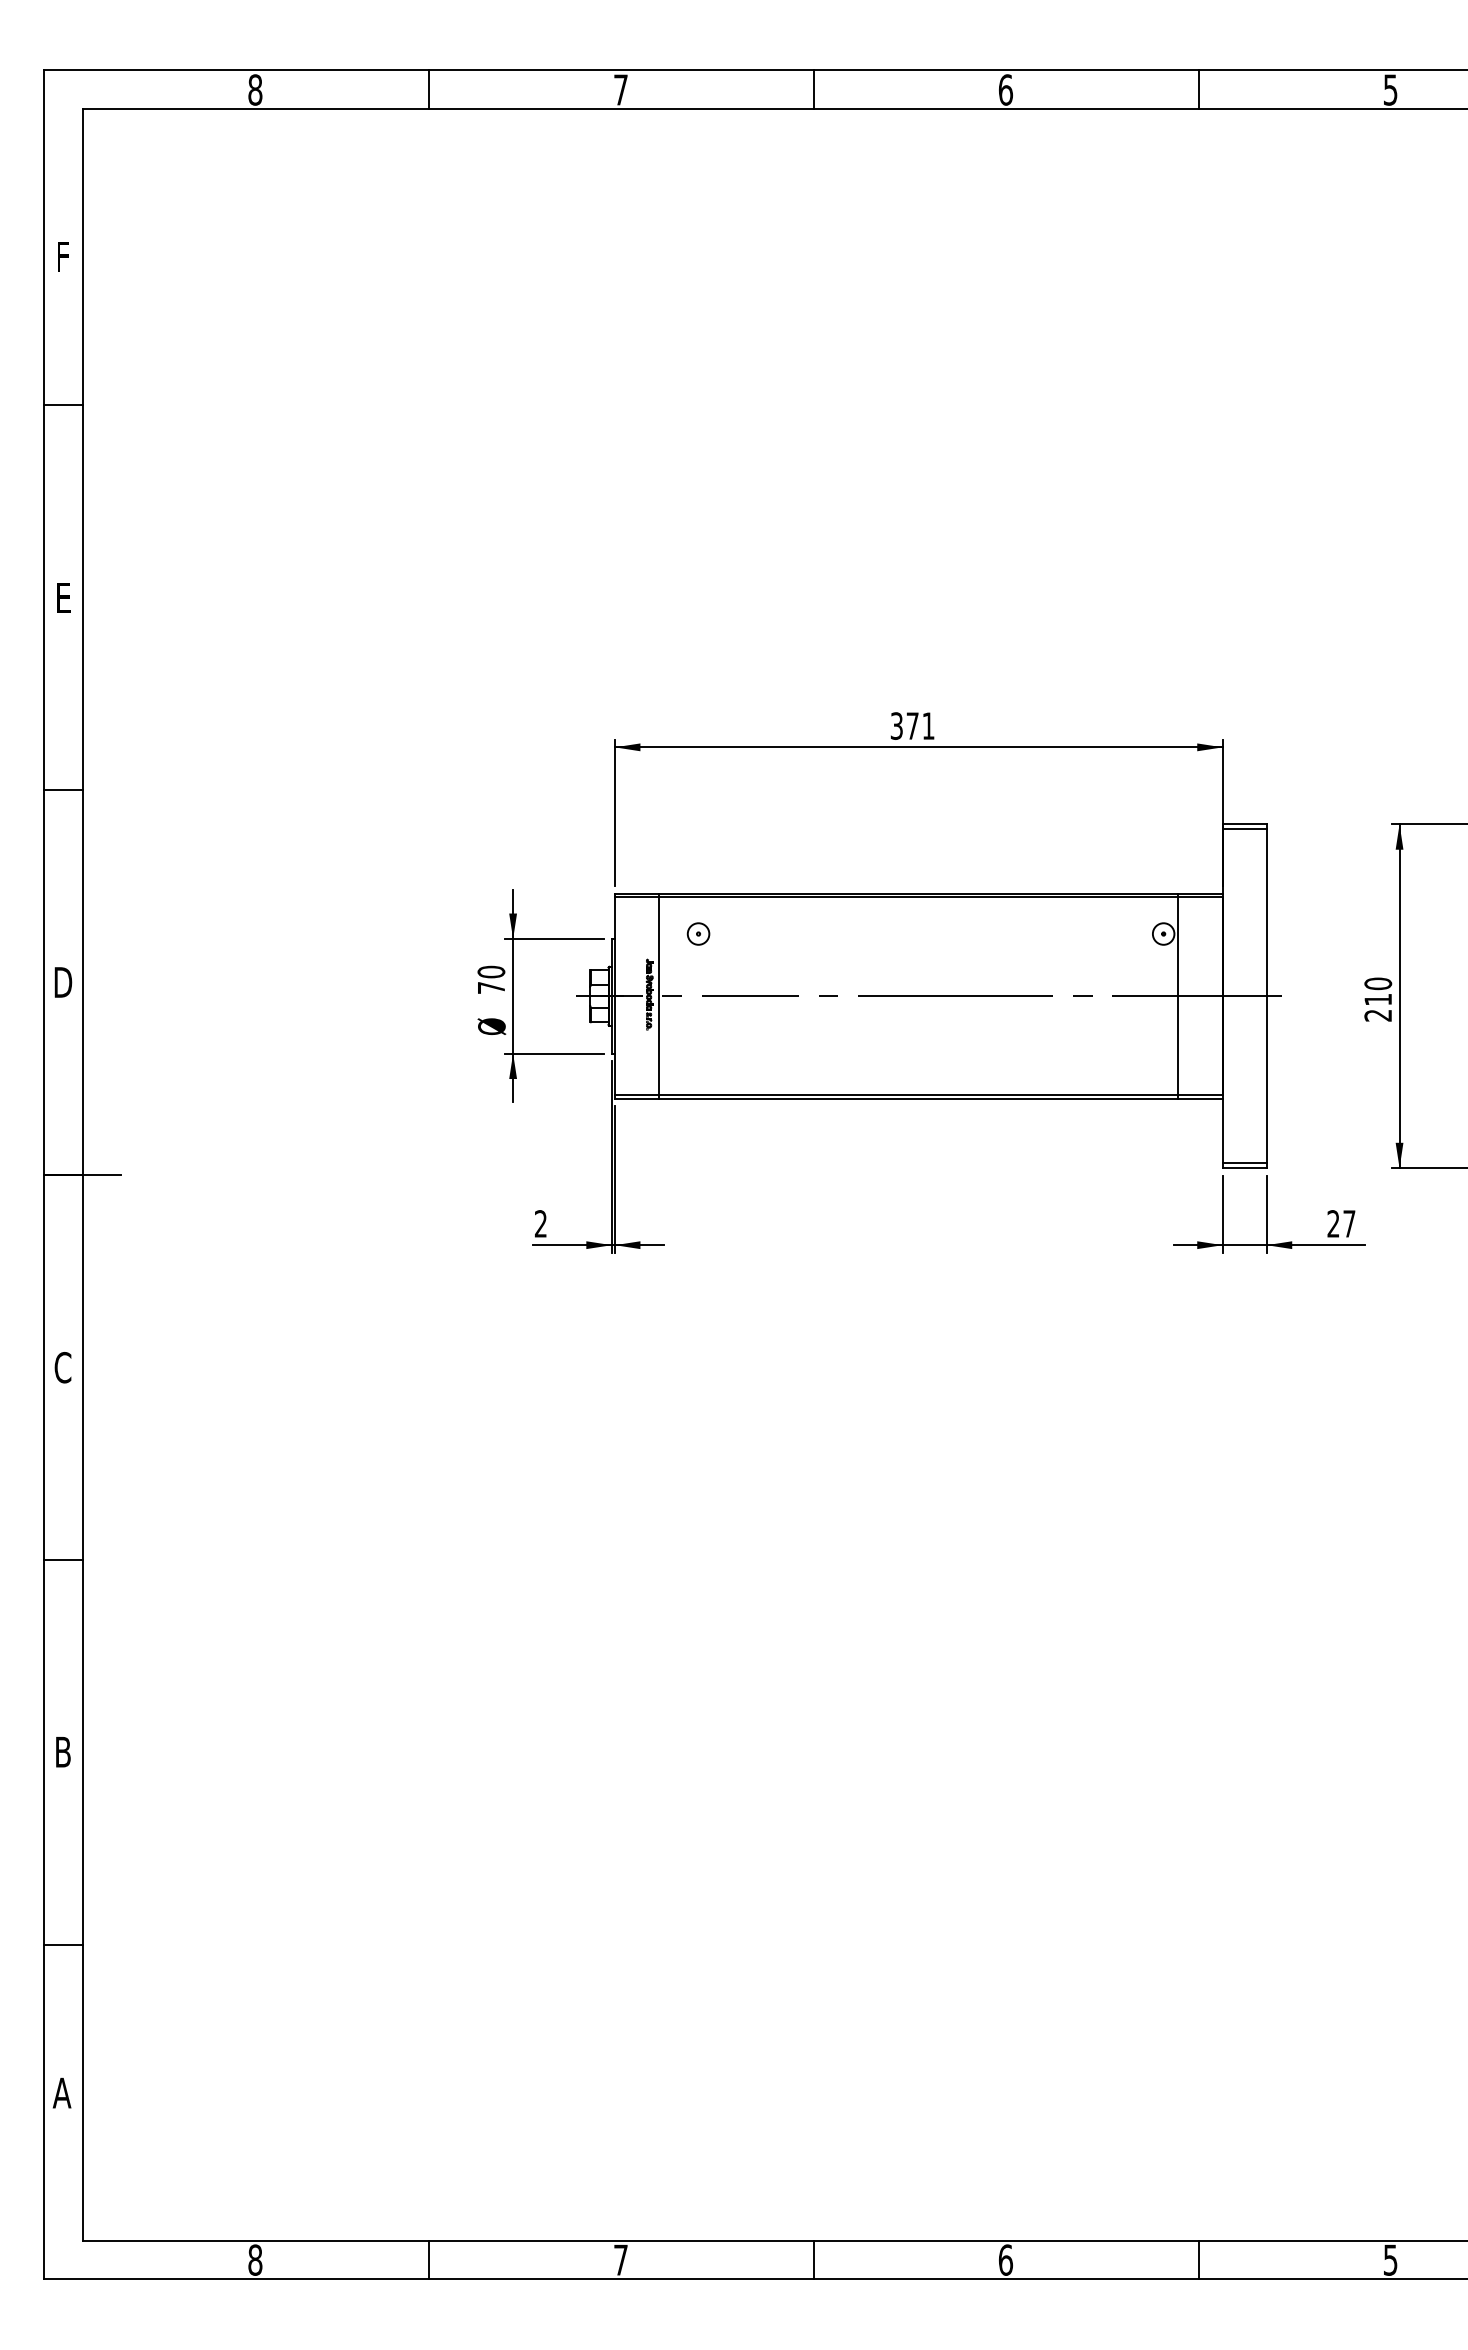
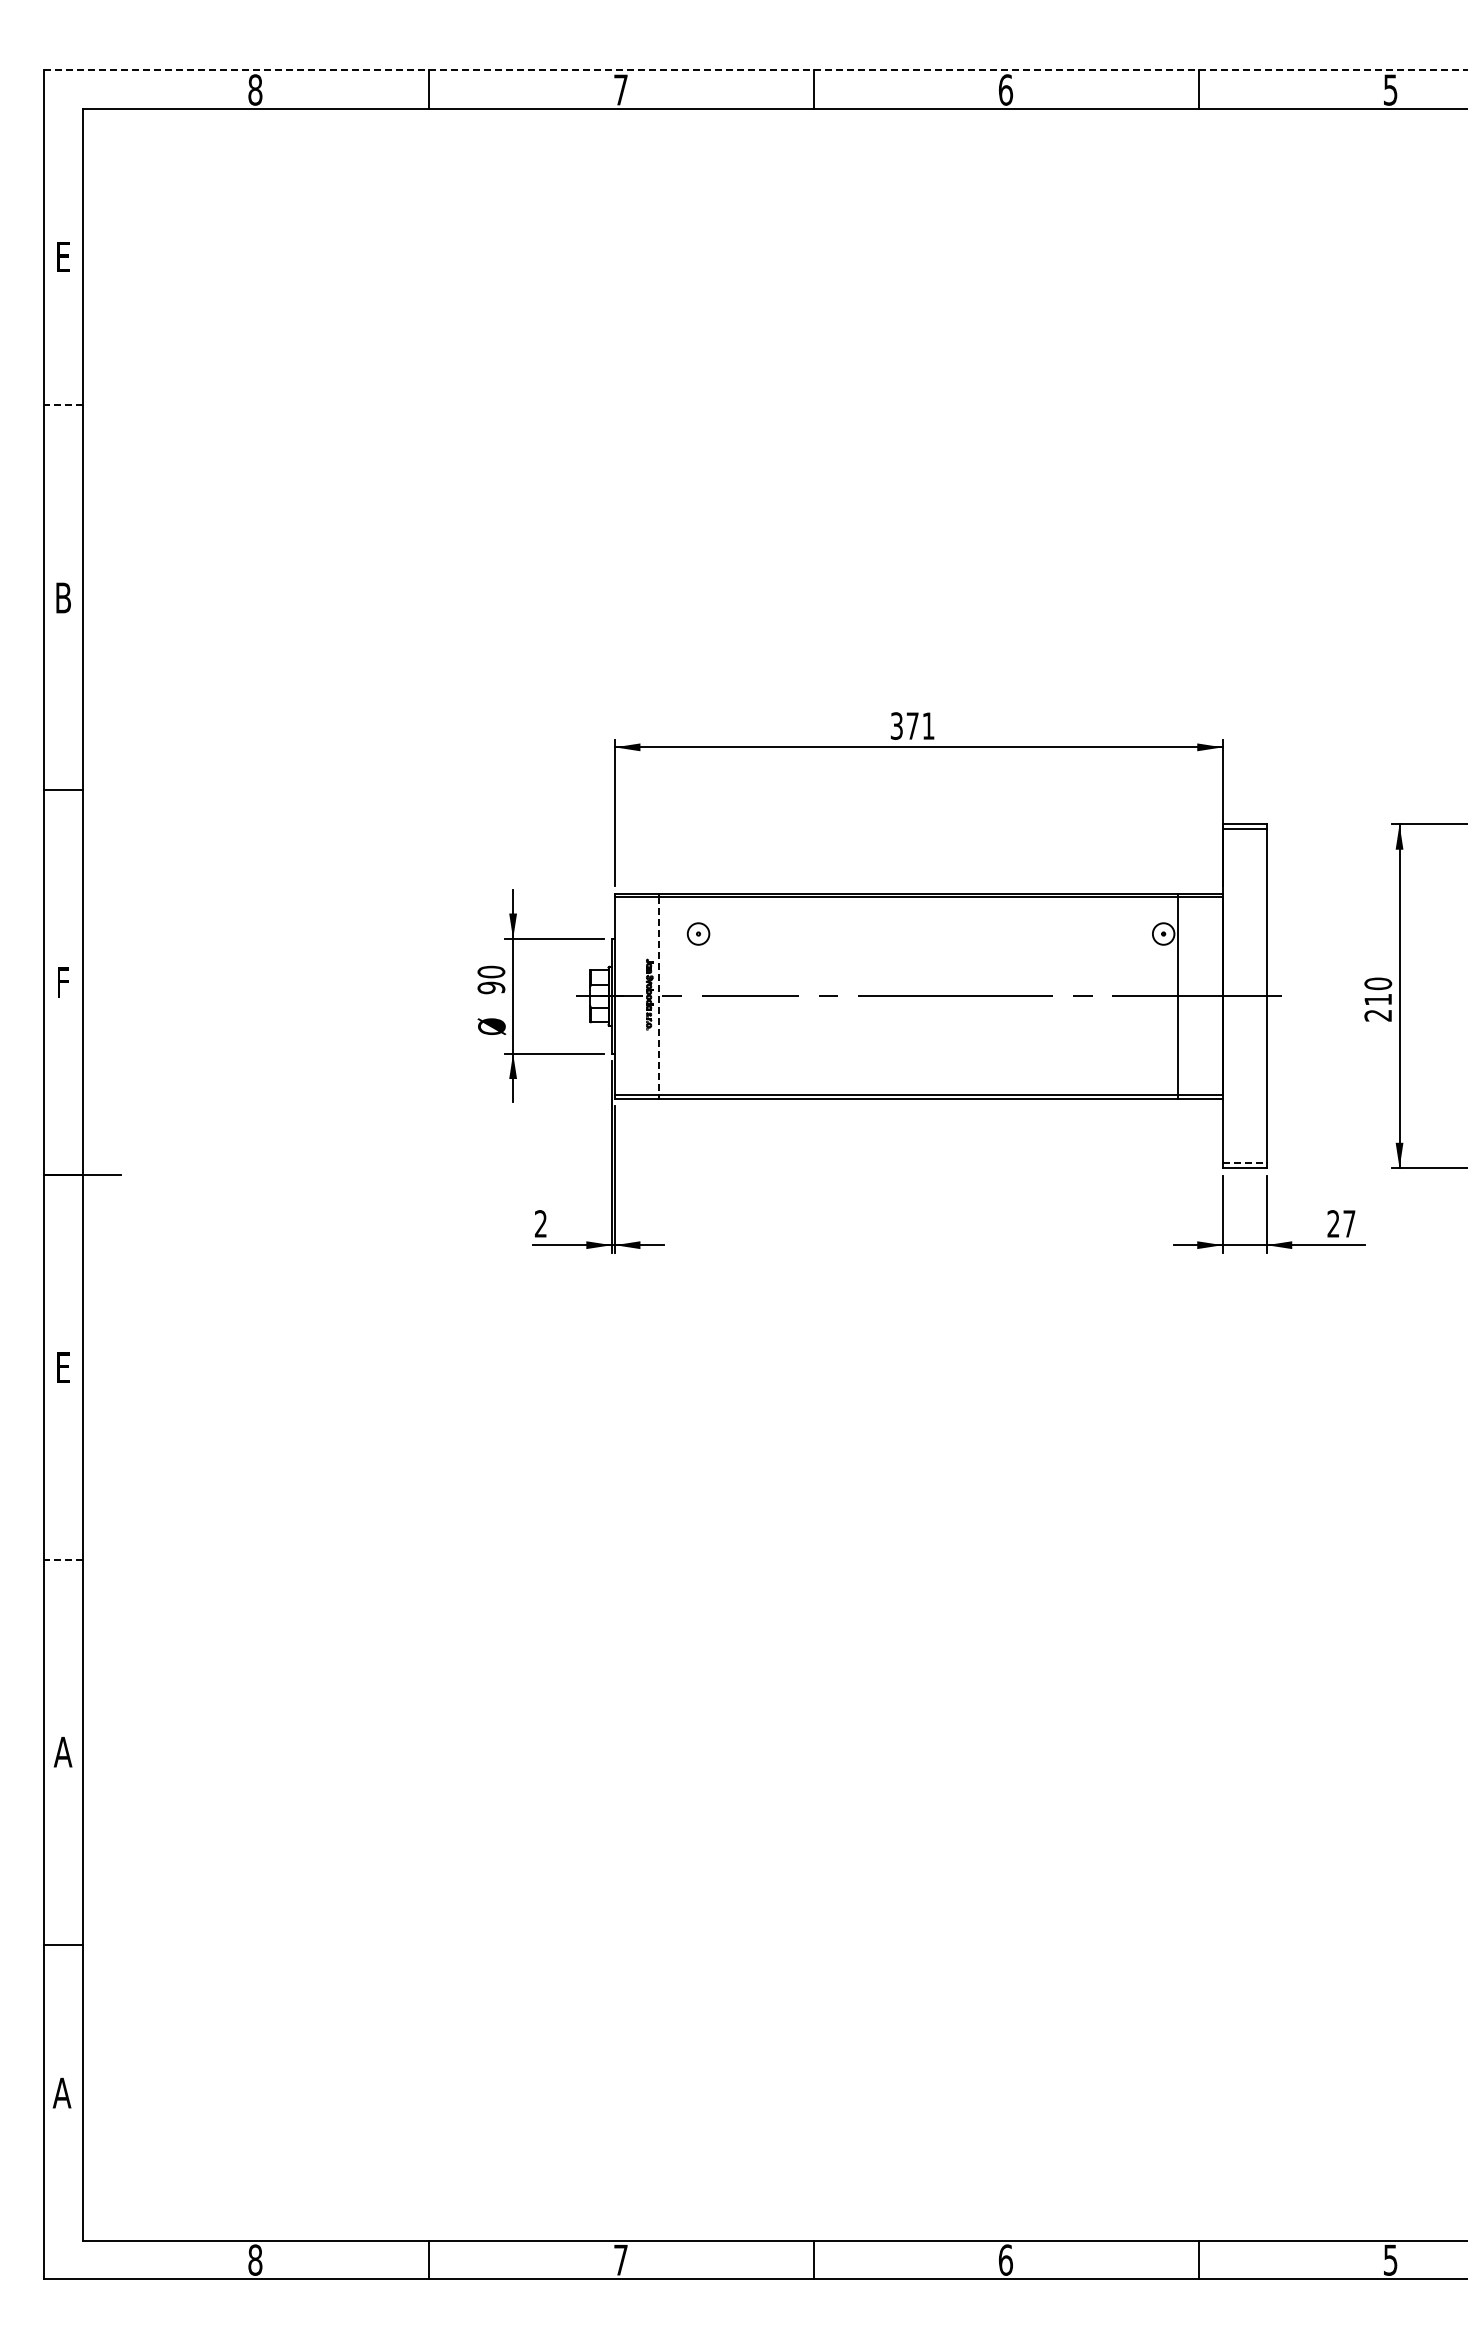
line at (756, 70): solid -> dashed
text at (63, 256): F -> E
line at (62, 405): solid -> dashed
text at (63, 597): E -> B
text at (63, 982): D -> F
text at (491, 987): 70 -> 90
line at (659, 996): solid -> dashed
line at (1245, 1163): solid -> dashed
text at (62, 1367): C -> E
line at (62, 1559): solid -> dashed
text at (62, 1751): B -> A
